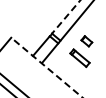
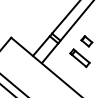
line at (66, 16): dashed -> solid
line at (46, 67): dashed -> solid
